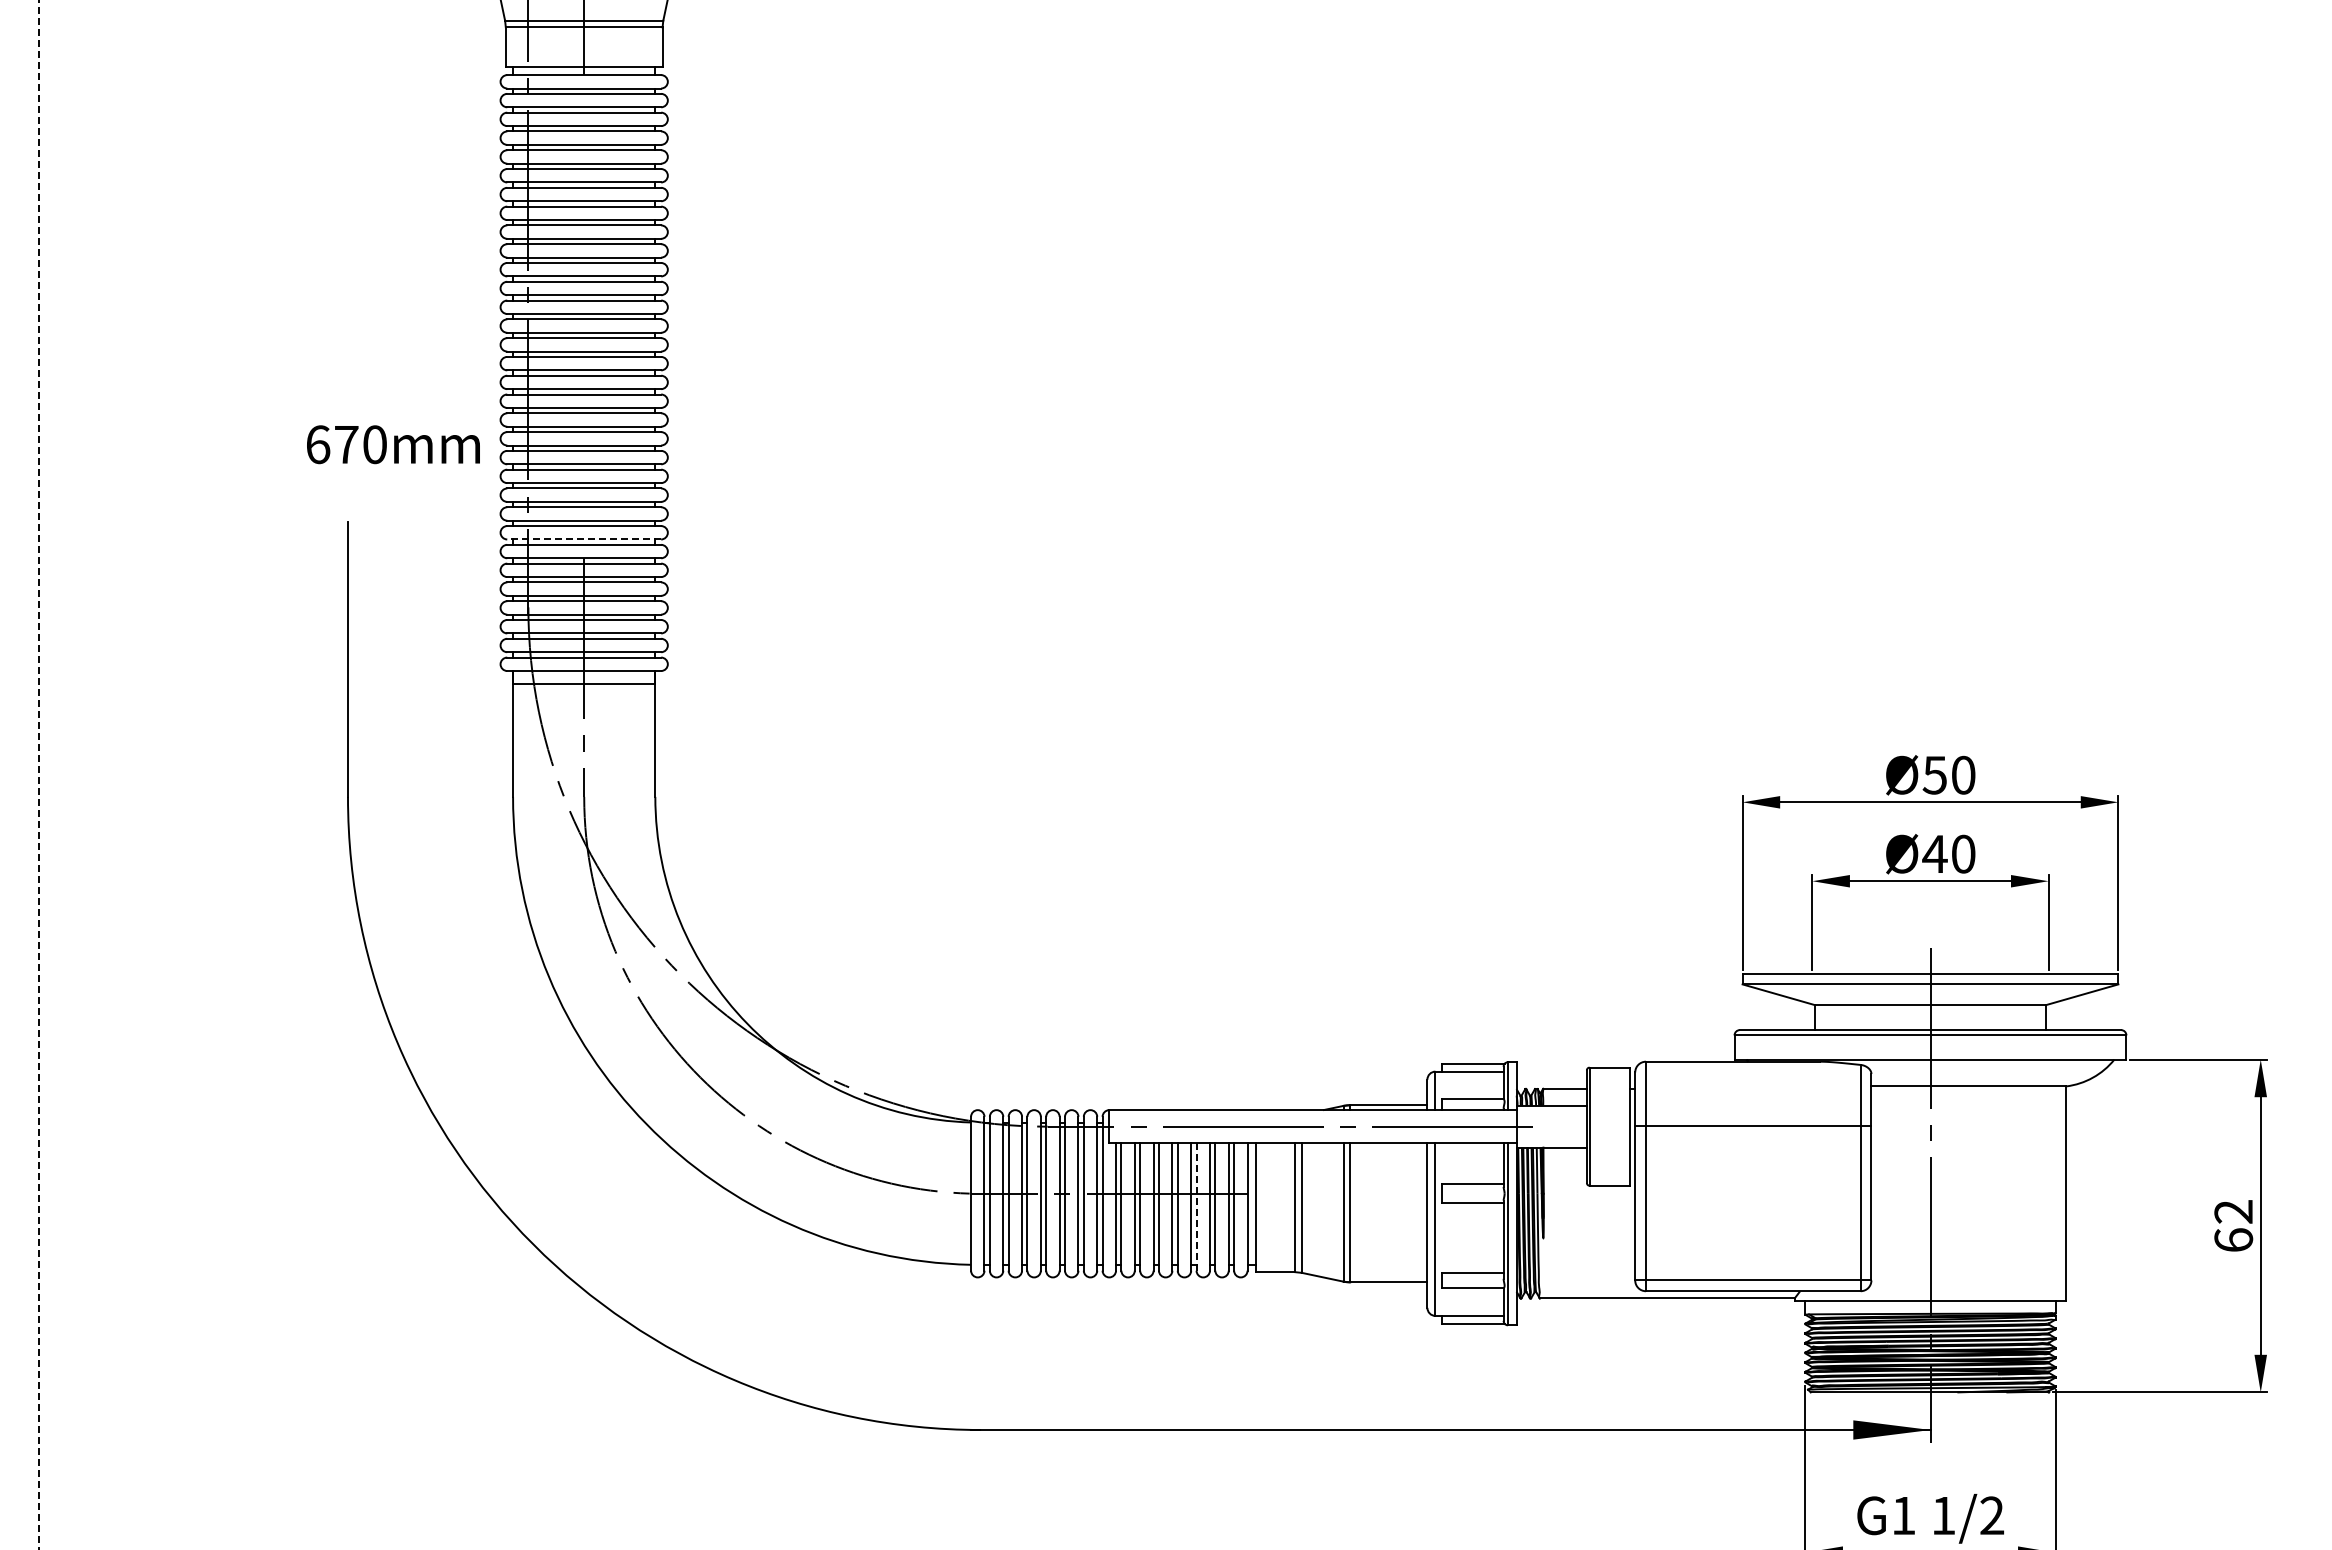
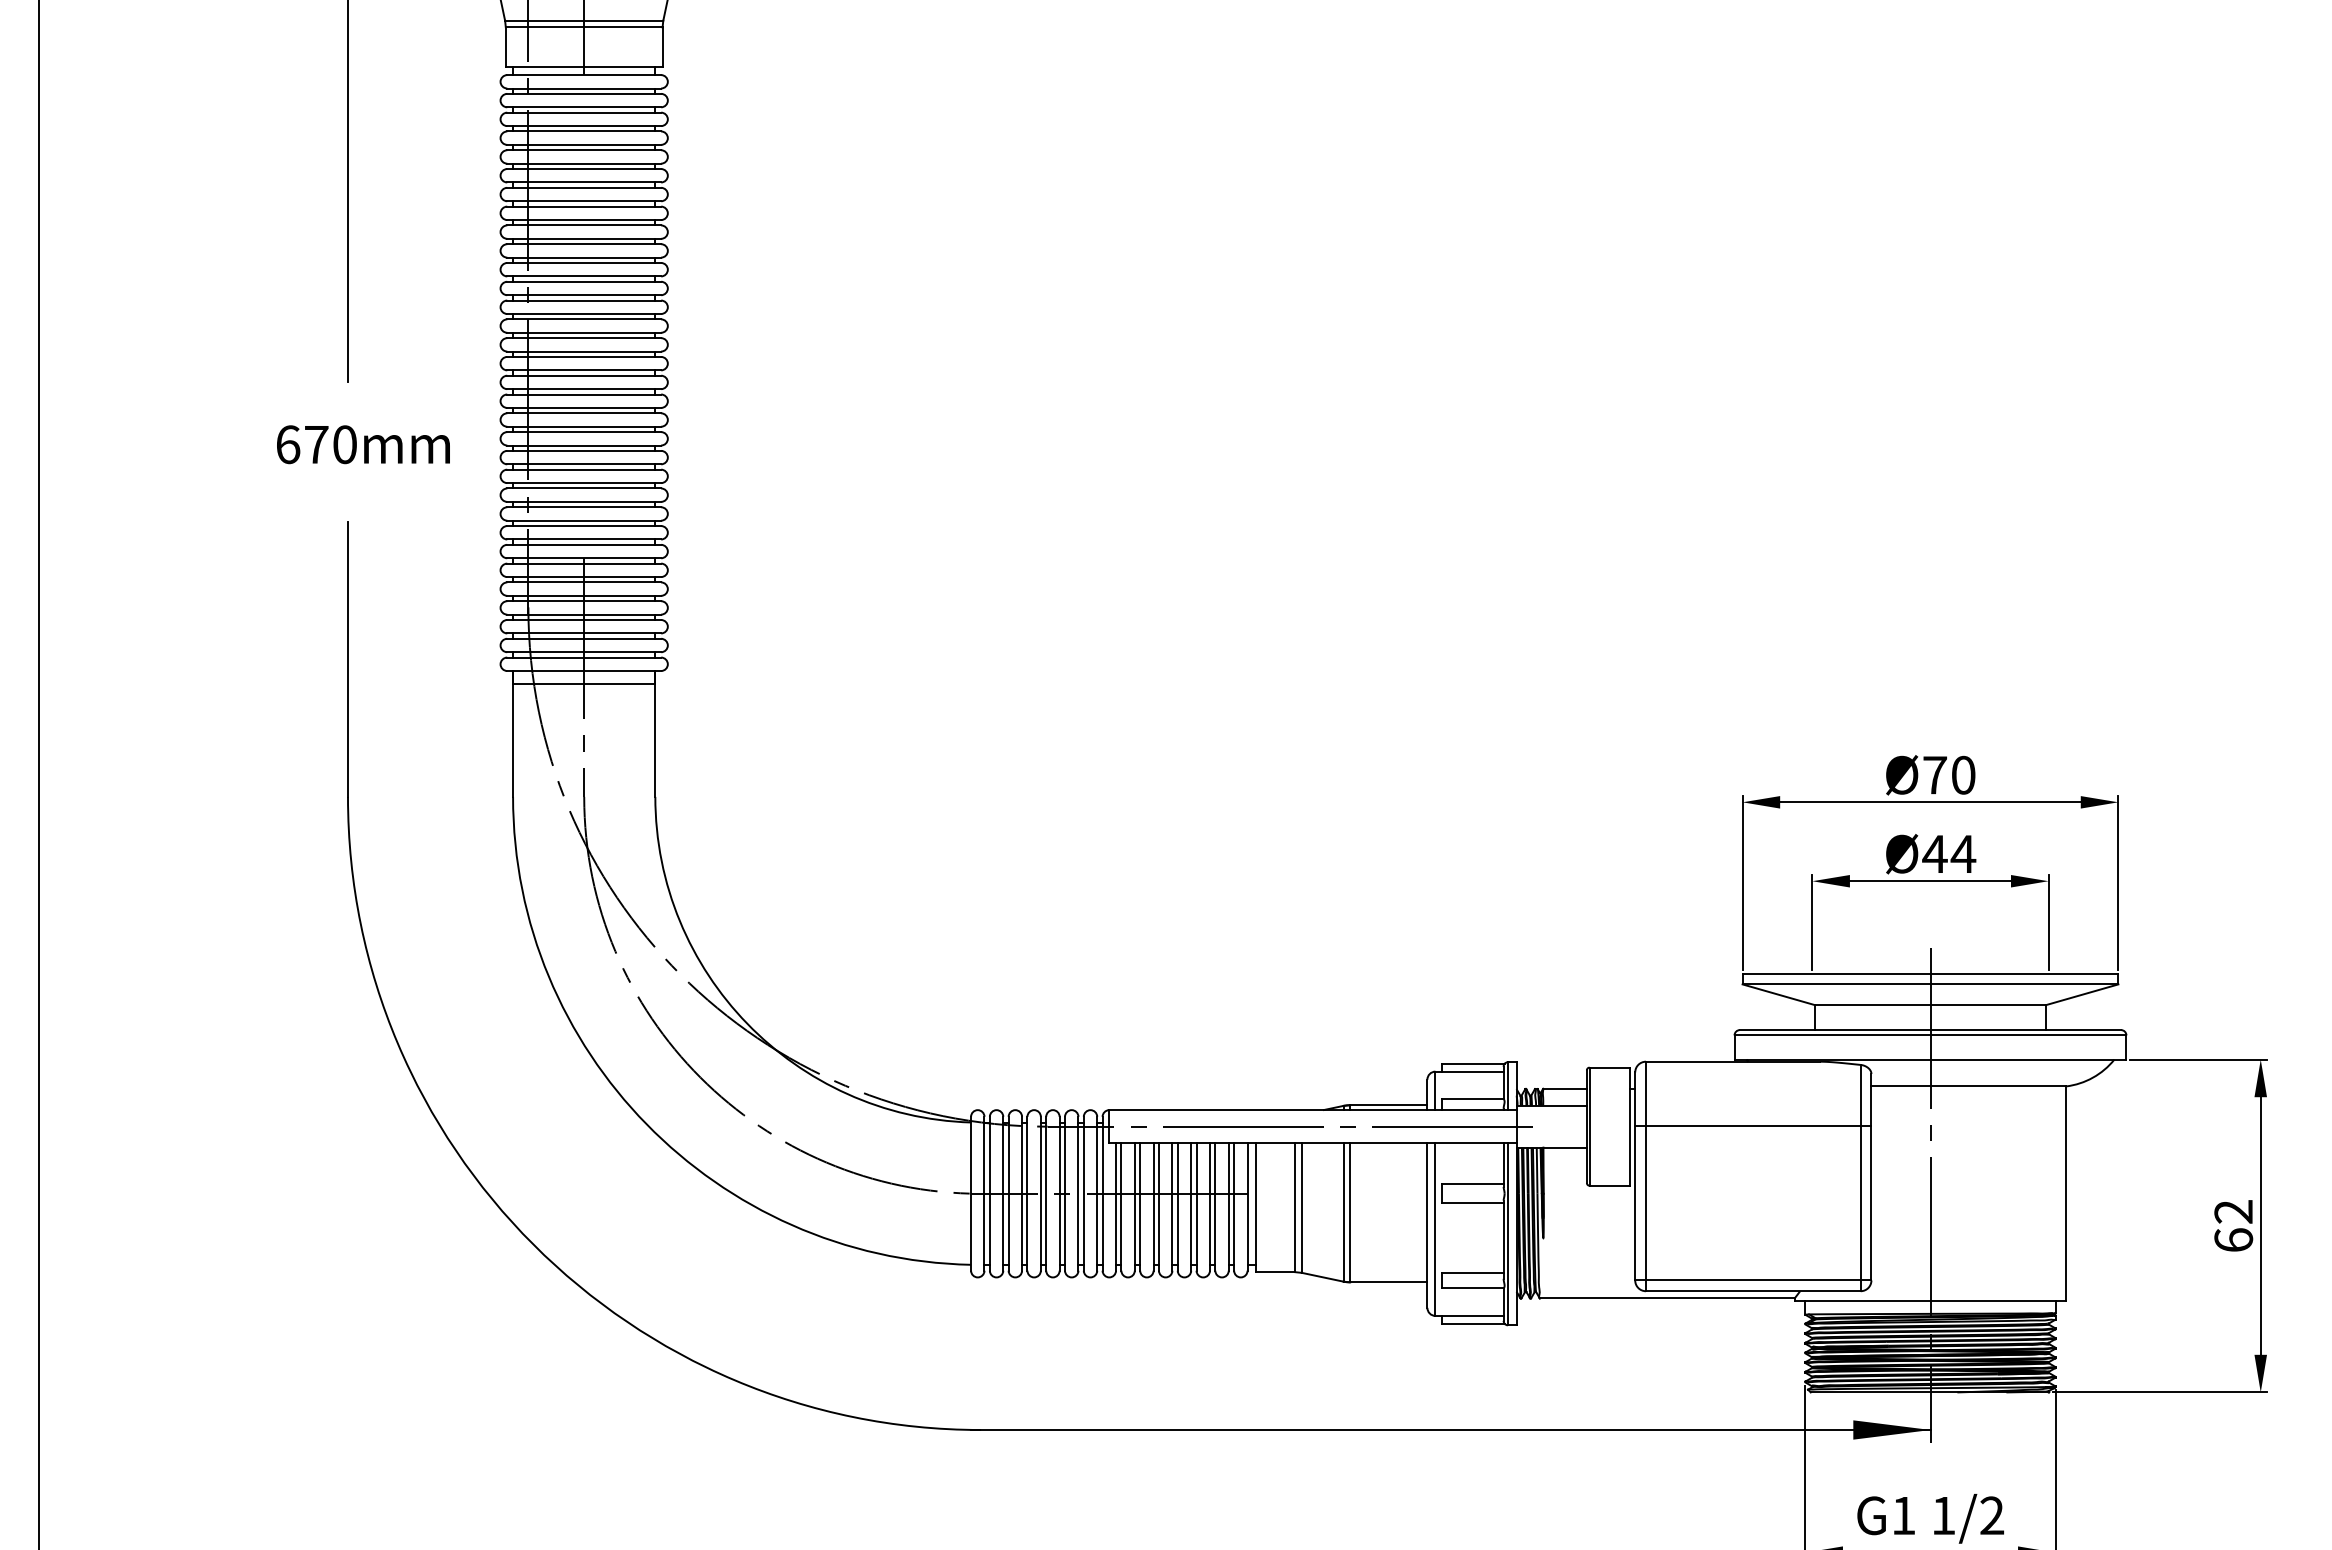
line at (347, 192): none -> present
text at (393, 444) position: (393, 444) -> (363, 444)
line at (584, 539): dashed -> solid
line at (38, 774): dashed -> solid
text at (1934, 775): Ø50 -> Ø70
text at (1963, 853): Ø40 -> Ø44
line at (1196, 1207): dashed -> solid
